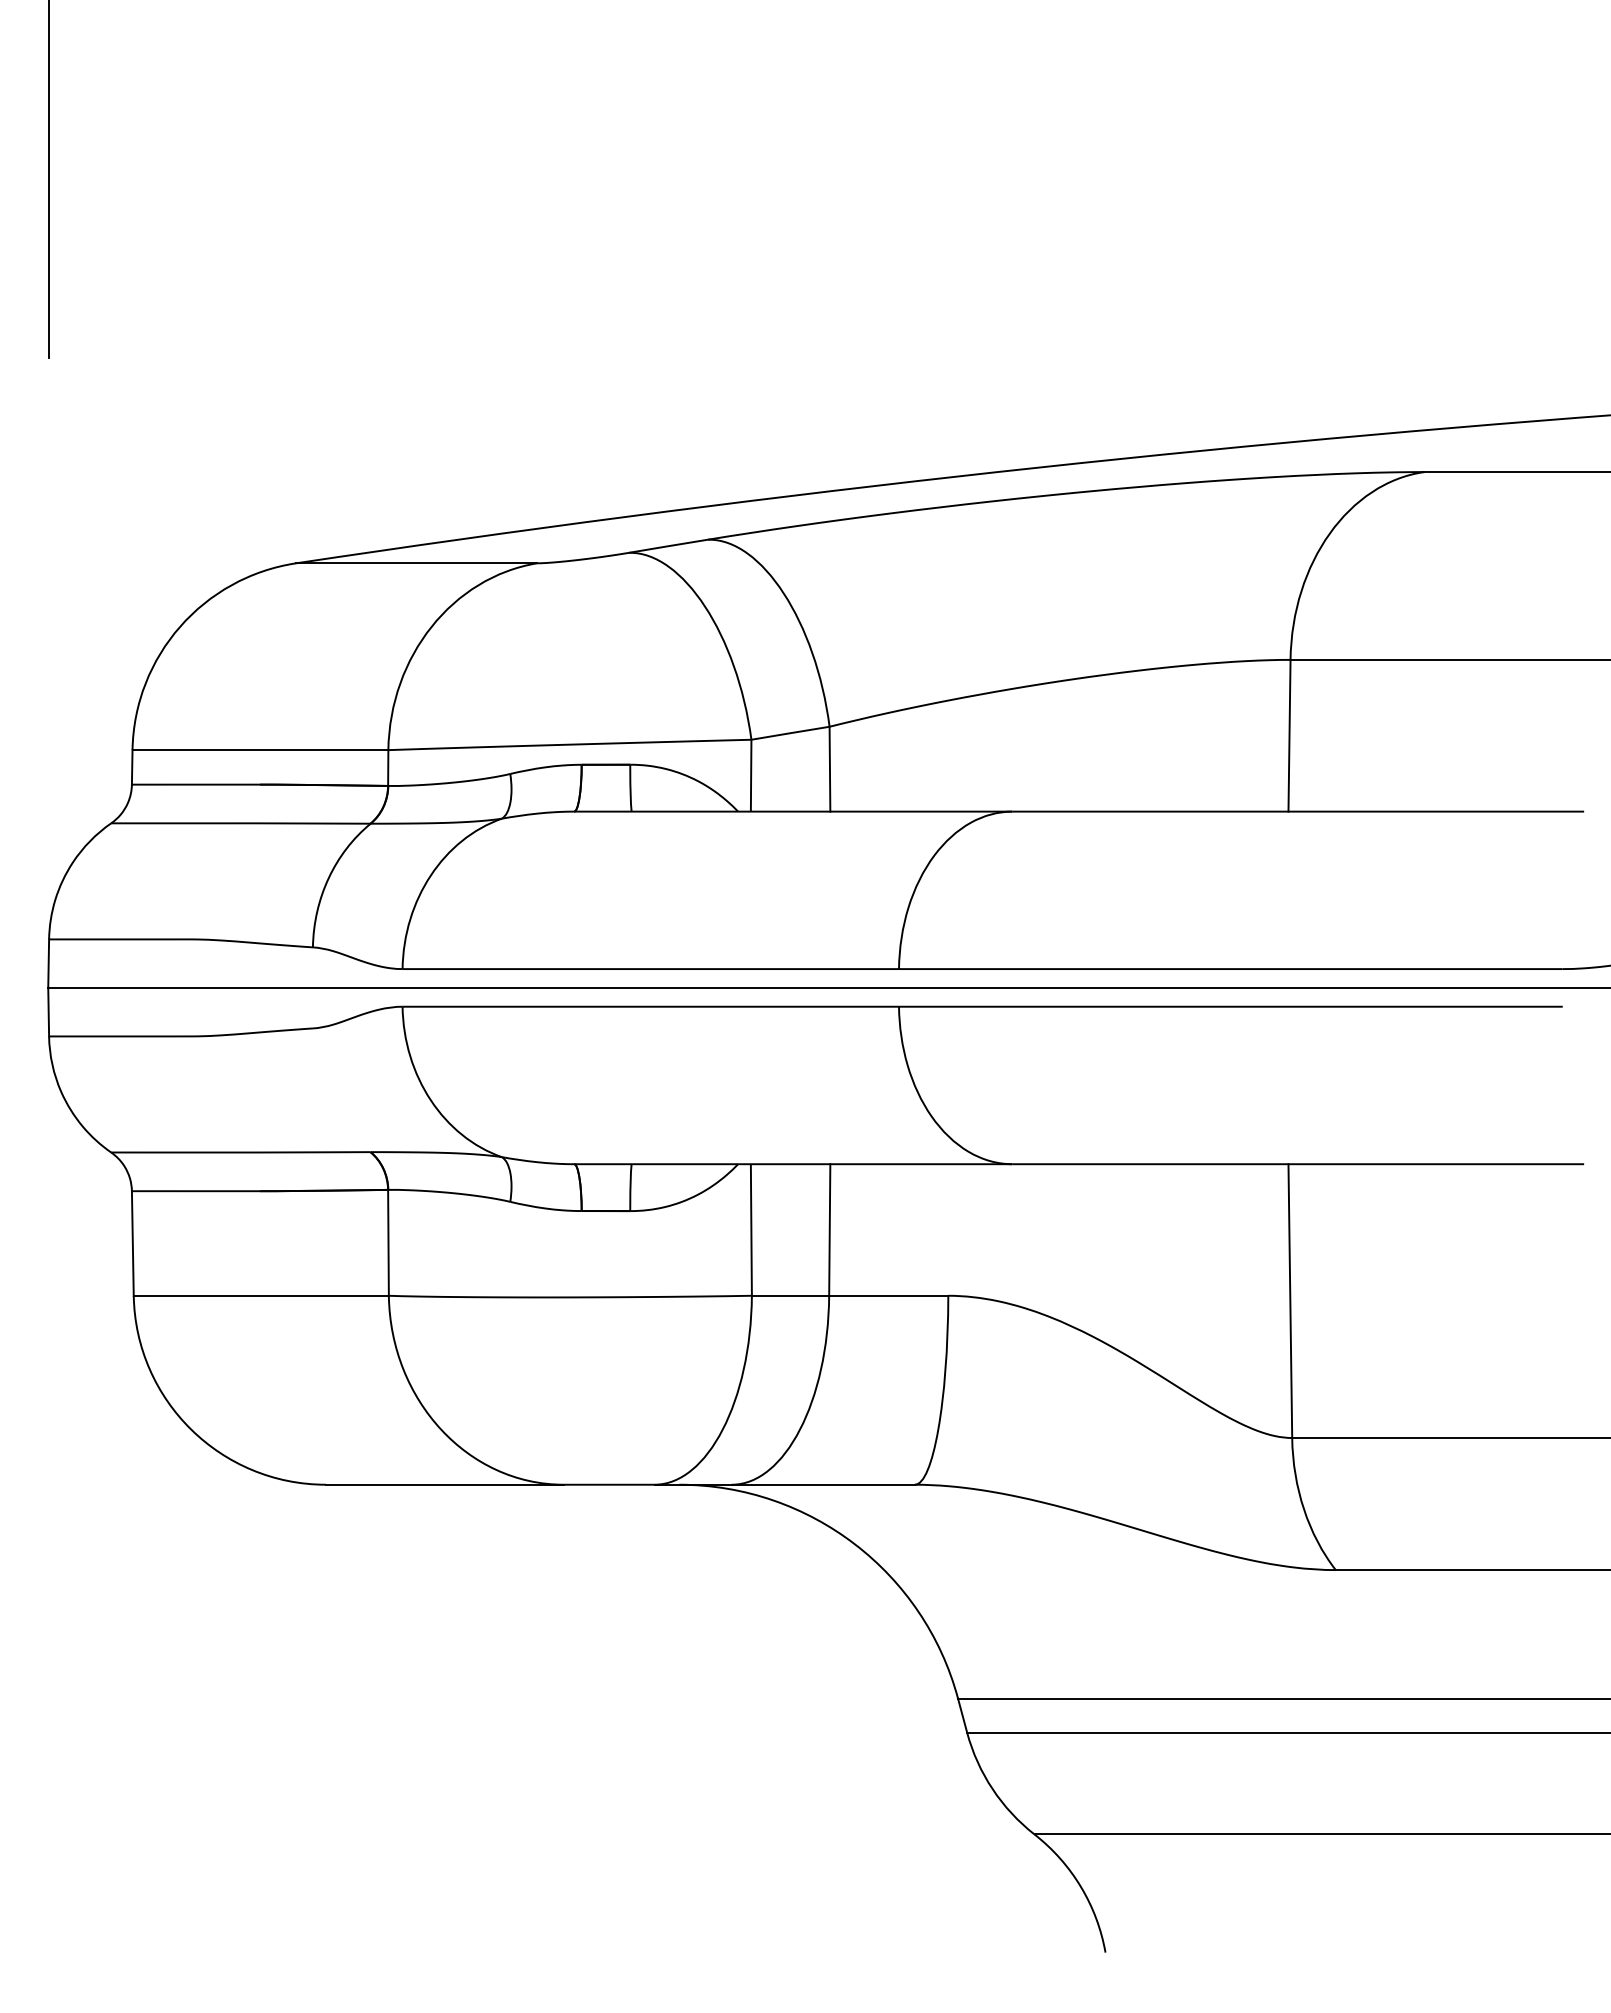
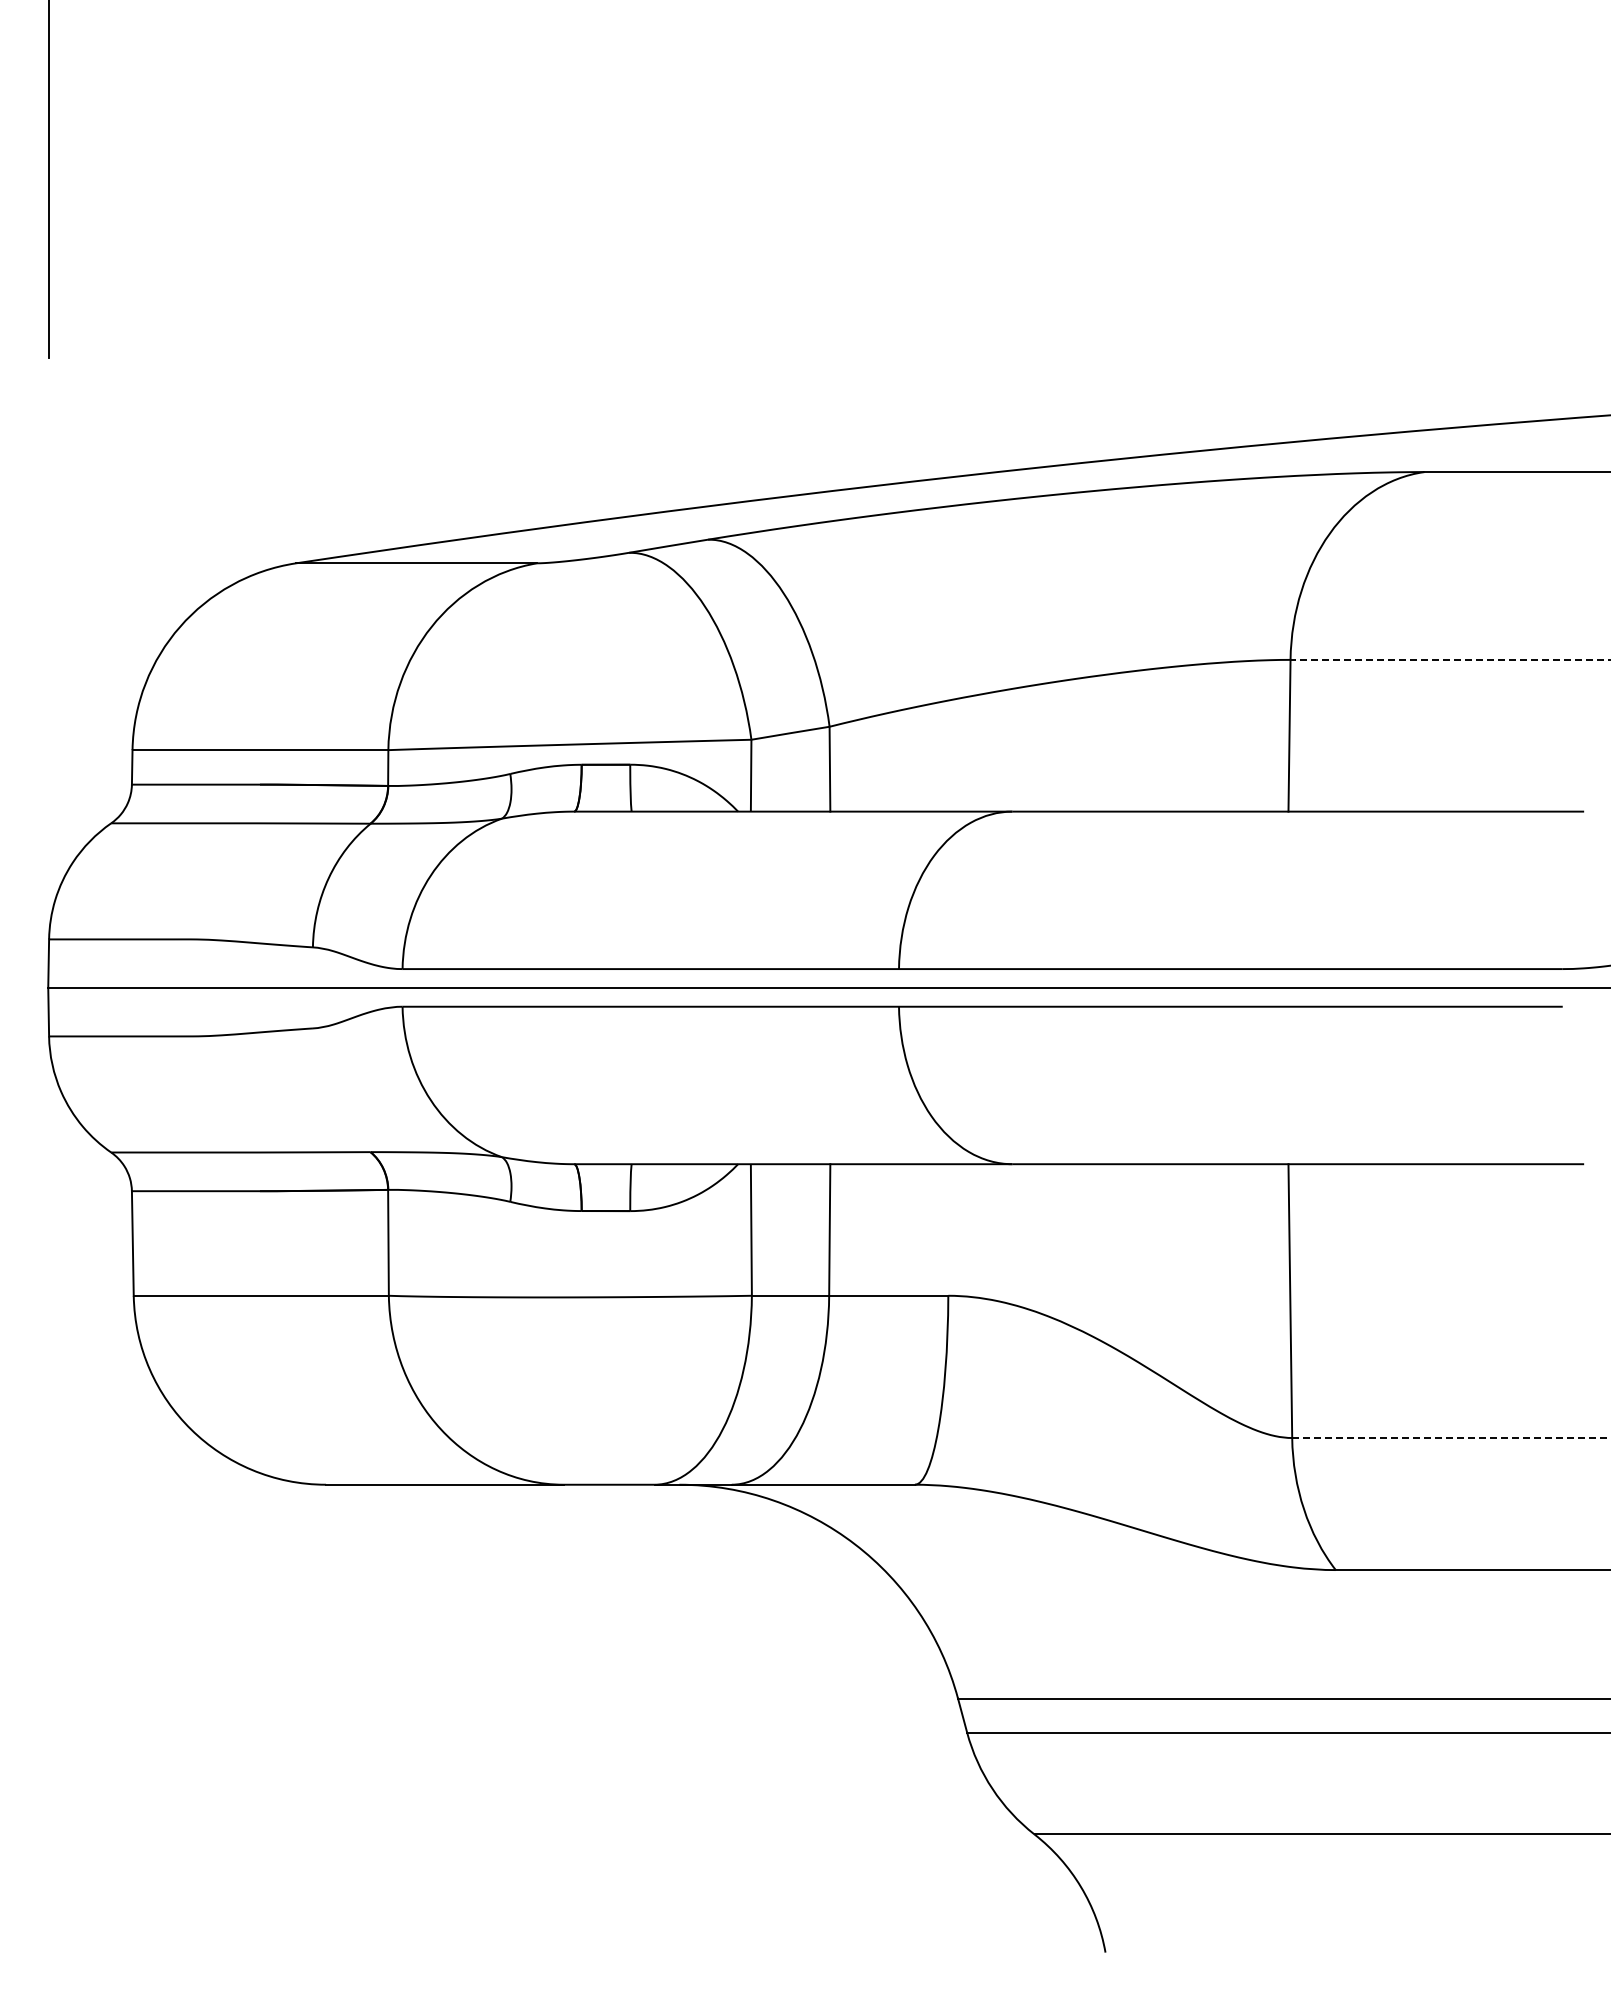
line at (1450, 659): solid -> dashed
line at (1451, 1438): solid -> dashed
